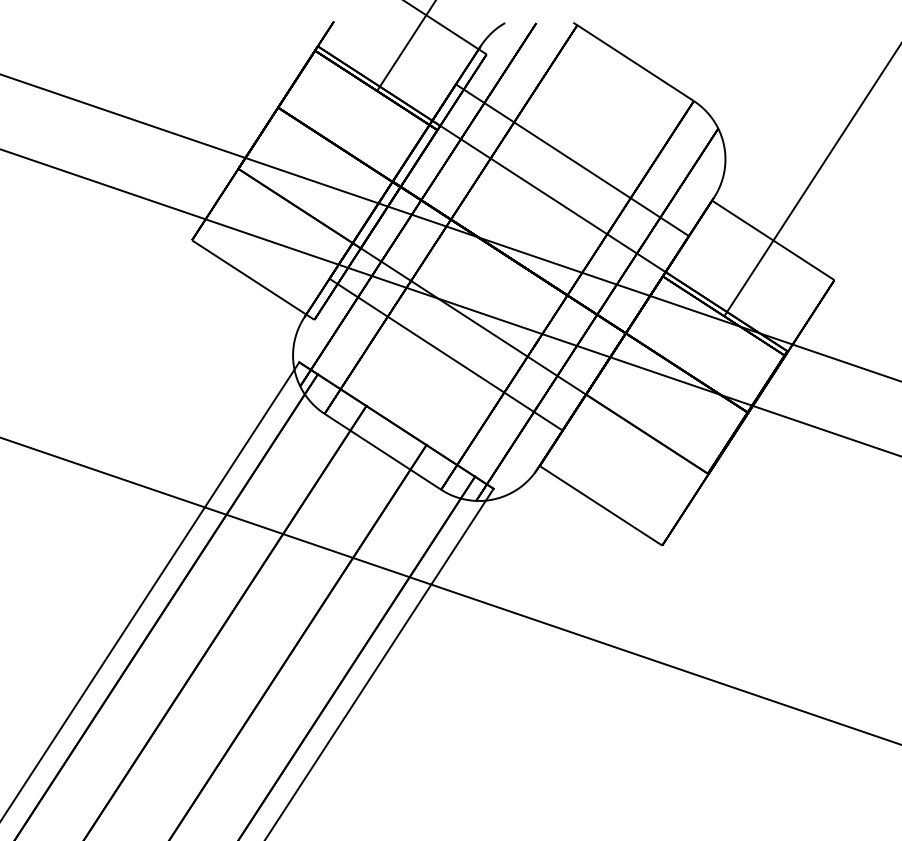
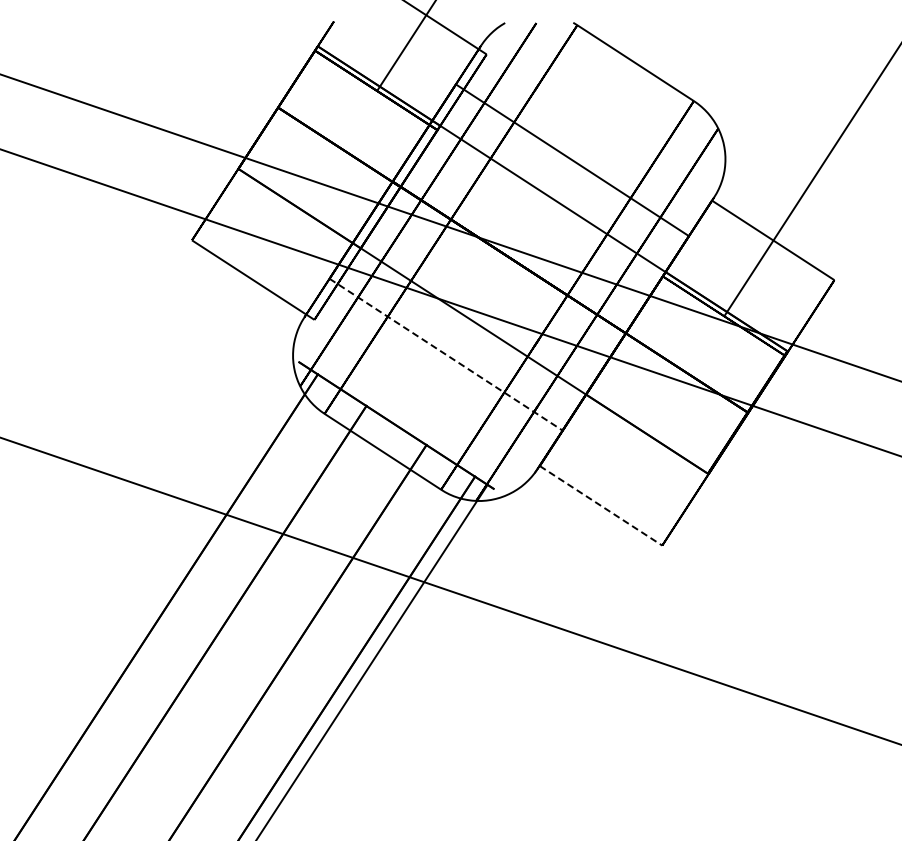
line at (446, 354): solid -> dashed
line at (601, 505): solid -> dashed
line at (150, 590): present -> none
line at (379, 662) position: (379, 662) -> (372, 660)
